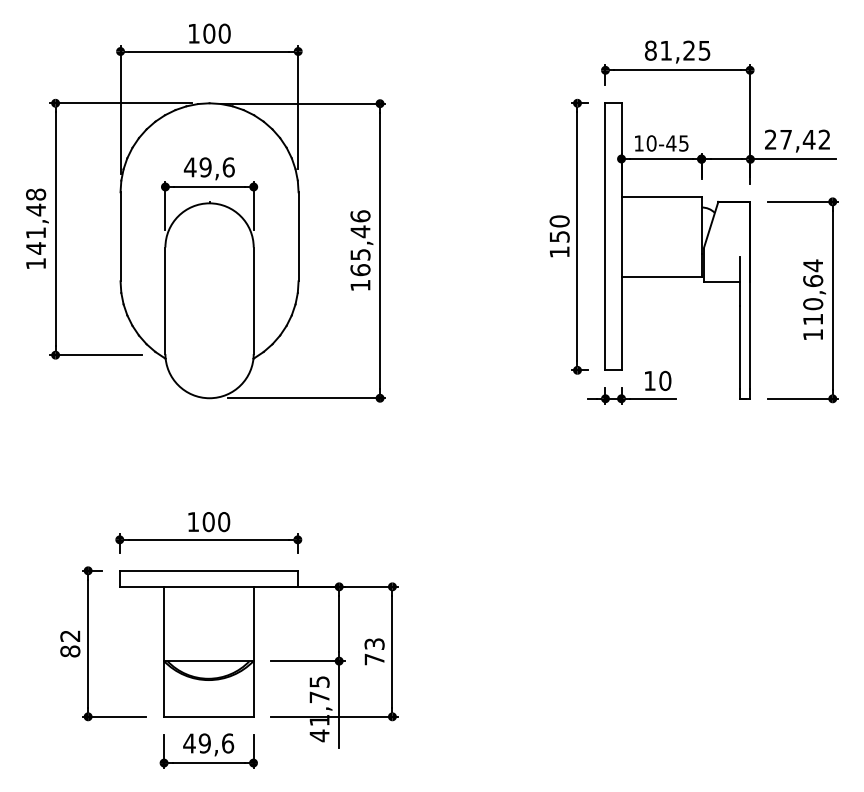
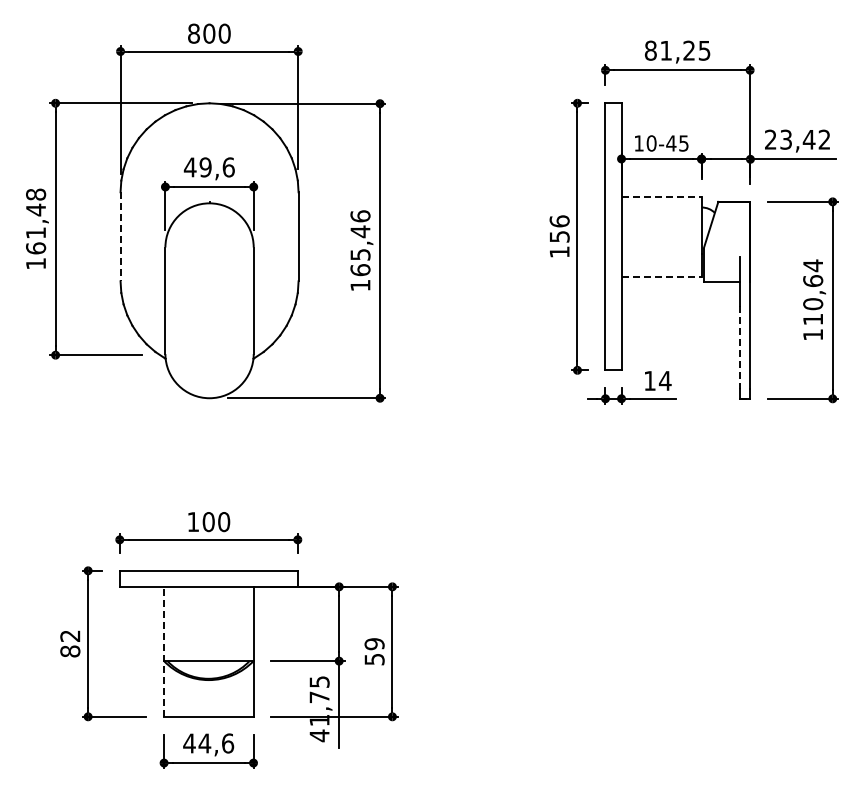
text at (193, 33): 100 -> 800
text at (785, 139): 27,42 -> 23,42
line at (662, 196): solid -> dashed
text at (559, 221): 150 -> 156
line at (120, 236): solid -> dashed
text at (36, 248): 141,48 -> 161,48
line at (662, 276): solid -> dashed
line at (739, 348): solid -> dashed
text at (664, 380): 10 -> 14
line at (164, 651): solid -> dashed
text at (374, 651): 73 -> 59
text at (204, 743): 49,6 -> 44,6
